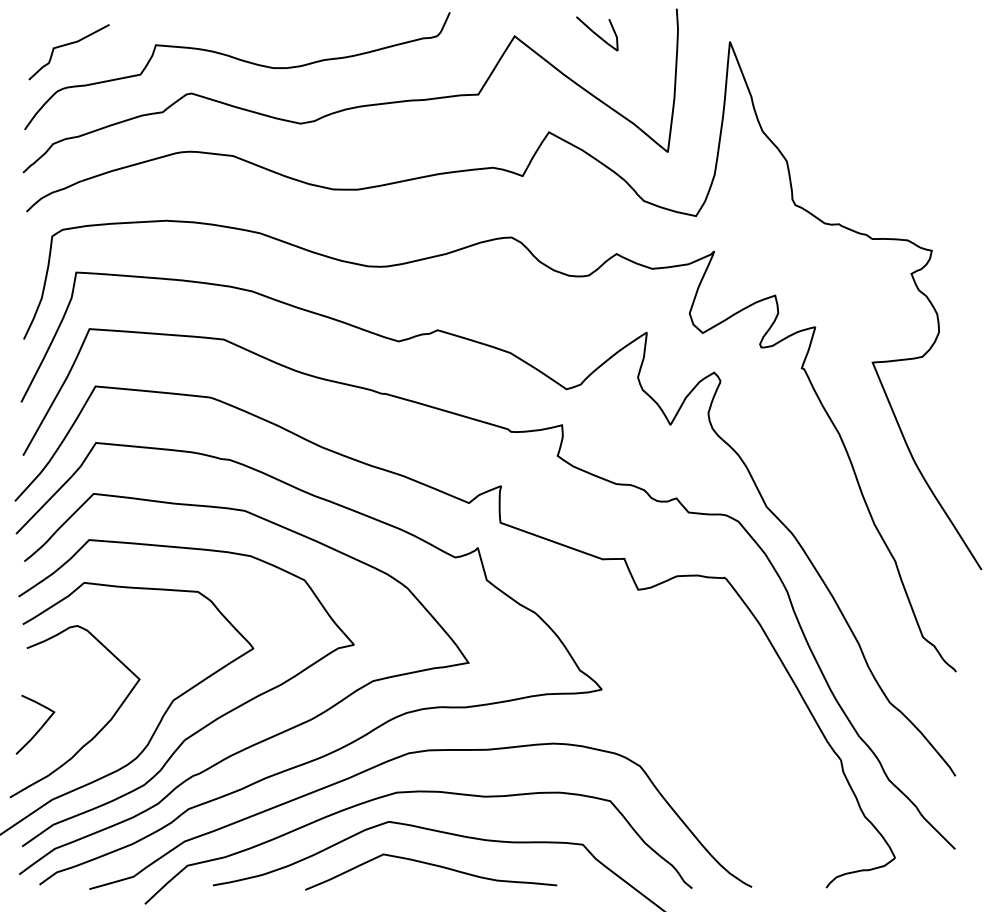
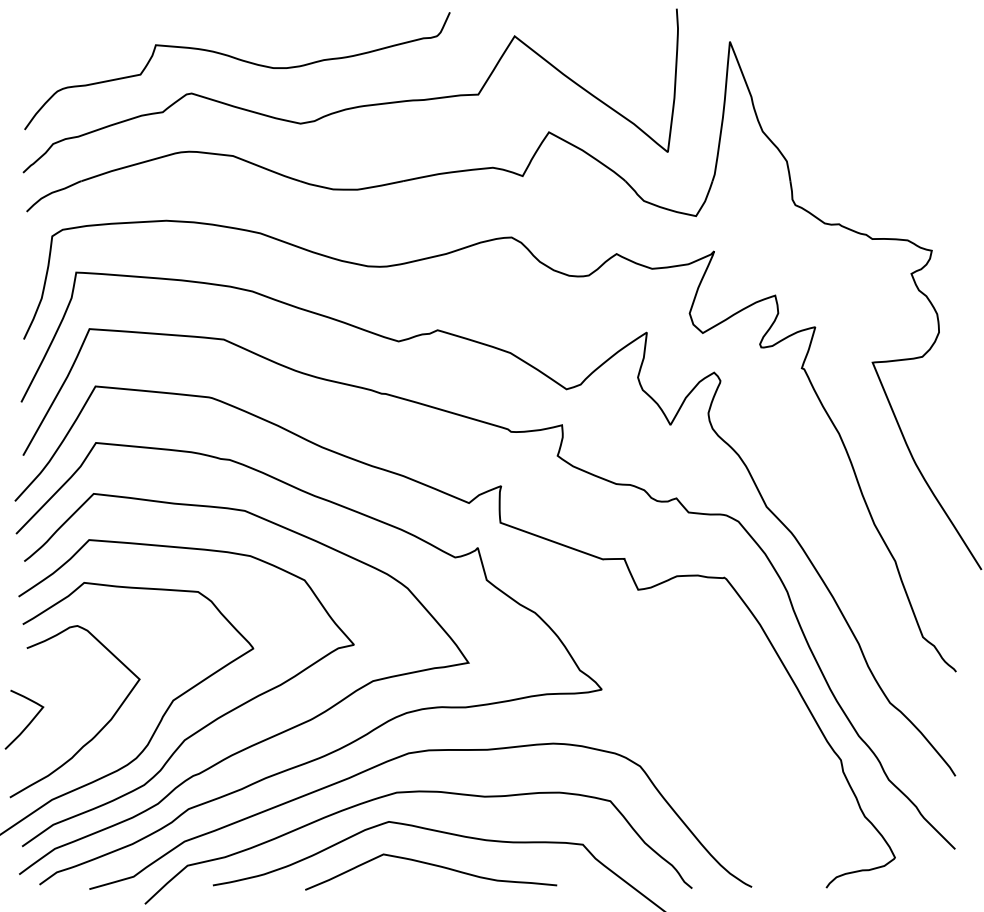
curve at (596, 33): present -> none
curve at (67, 45): present -> none
curve at (39, 728) position: (39, 728) -> (28, 723)
